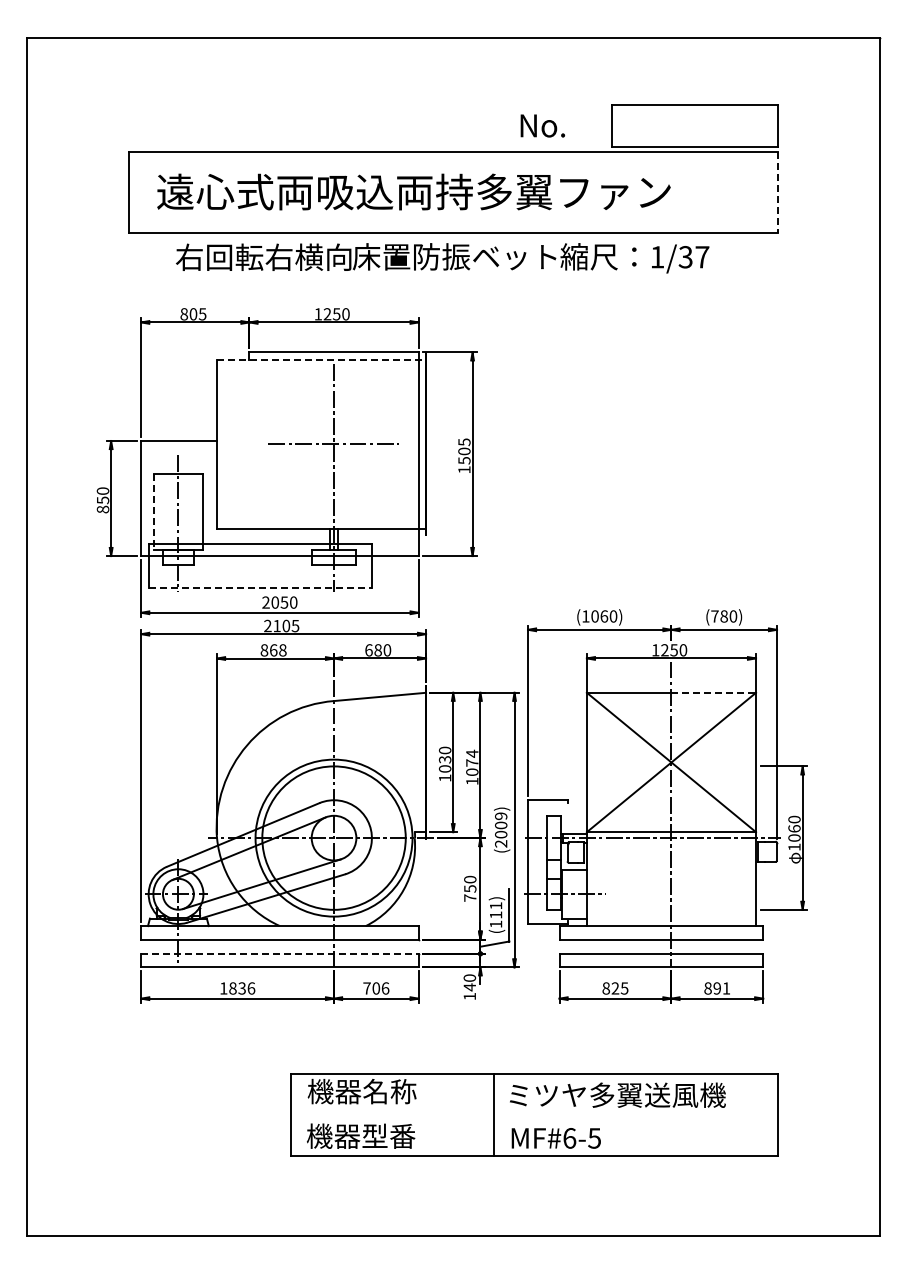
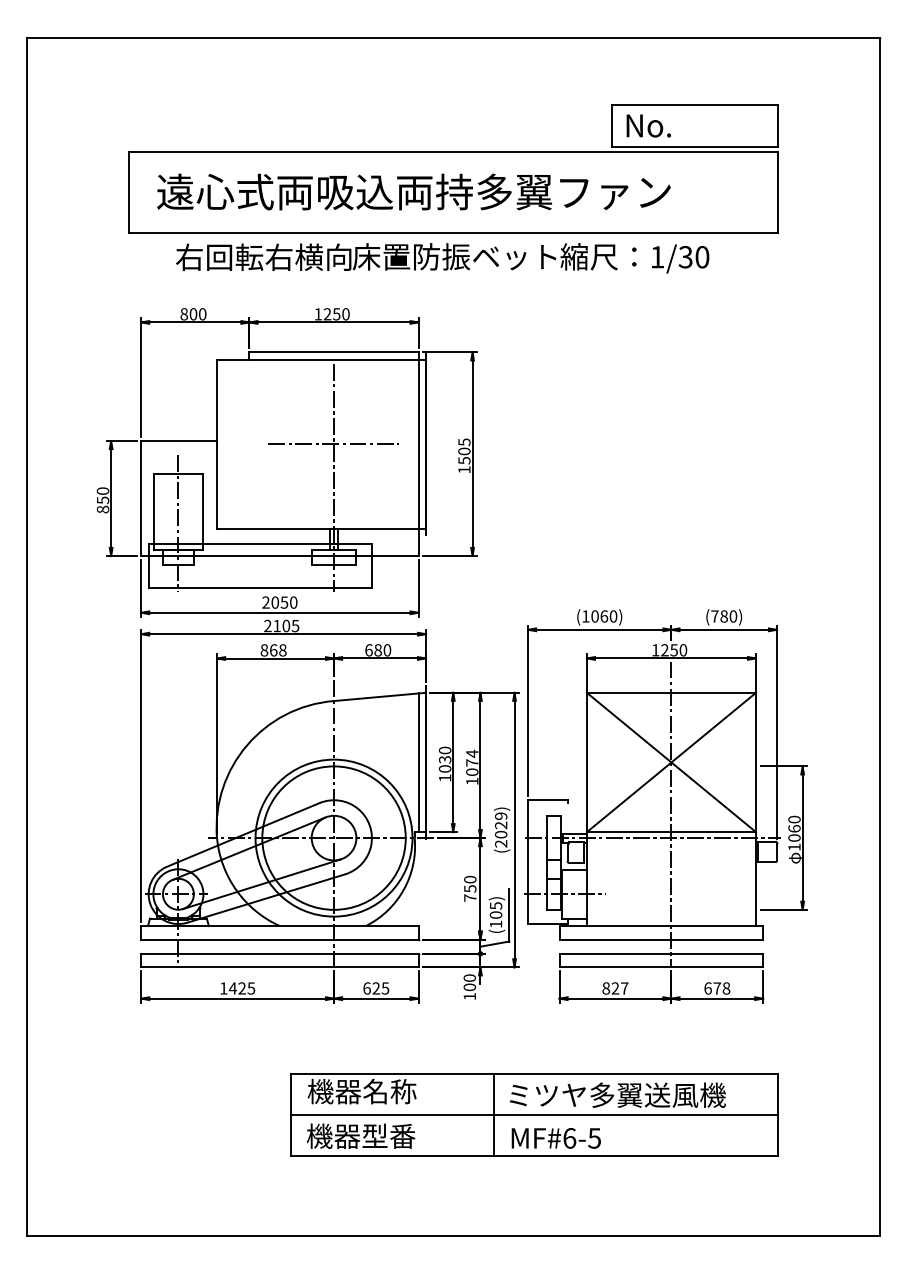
text at (542, 125) position: (542, 125) -> (648, 125)
line at (778, 192): dashed -> solid
text at (702, 257): 1/37 -> 1/30
text at (202, 314): 805 -> 800
line at (321, 359): dashed -> solid
line at (153, 511): dashed -> solid
line at (260, 587): dashed -> solid
line at (714, 692): dashed -> solid
line at (419, 762): none -> present
text at (501, 825): (2009) -> (2029)
text at (495, 910): (111) -> (105)
line at (279, 953): dashed -> solid
text at (469, 987): 140 -> 100
text at (241, 988): 1836 -> 1425
text at (376, 988): 706 -> 625
text at (624, 988): 825 -> 827
text at (717, 988): 891 -> 678
line at (534, 1114): none -> present
